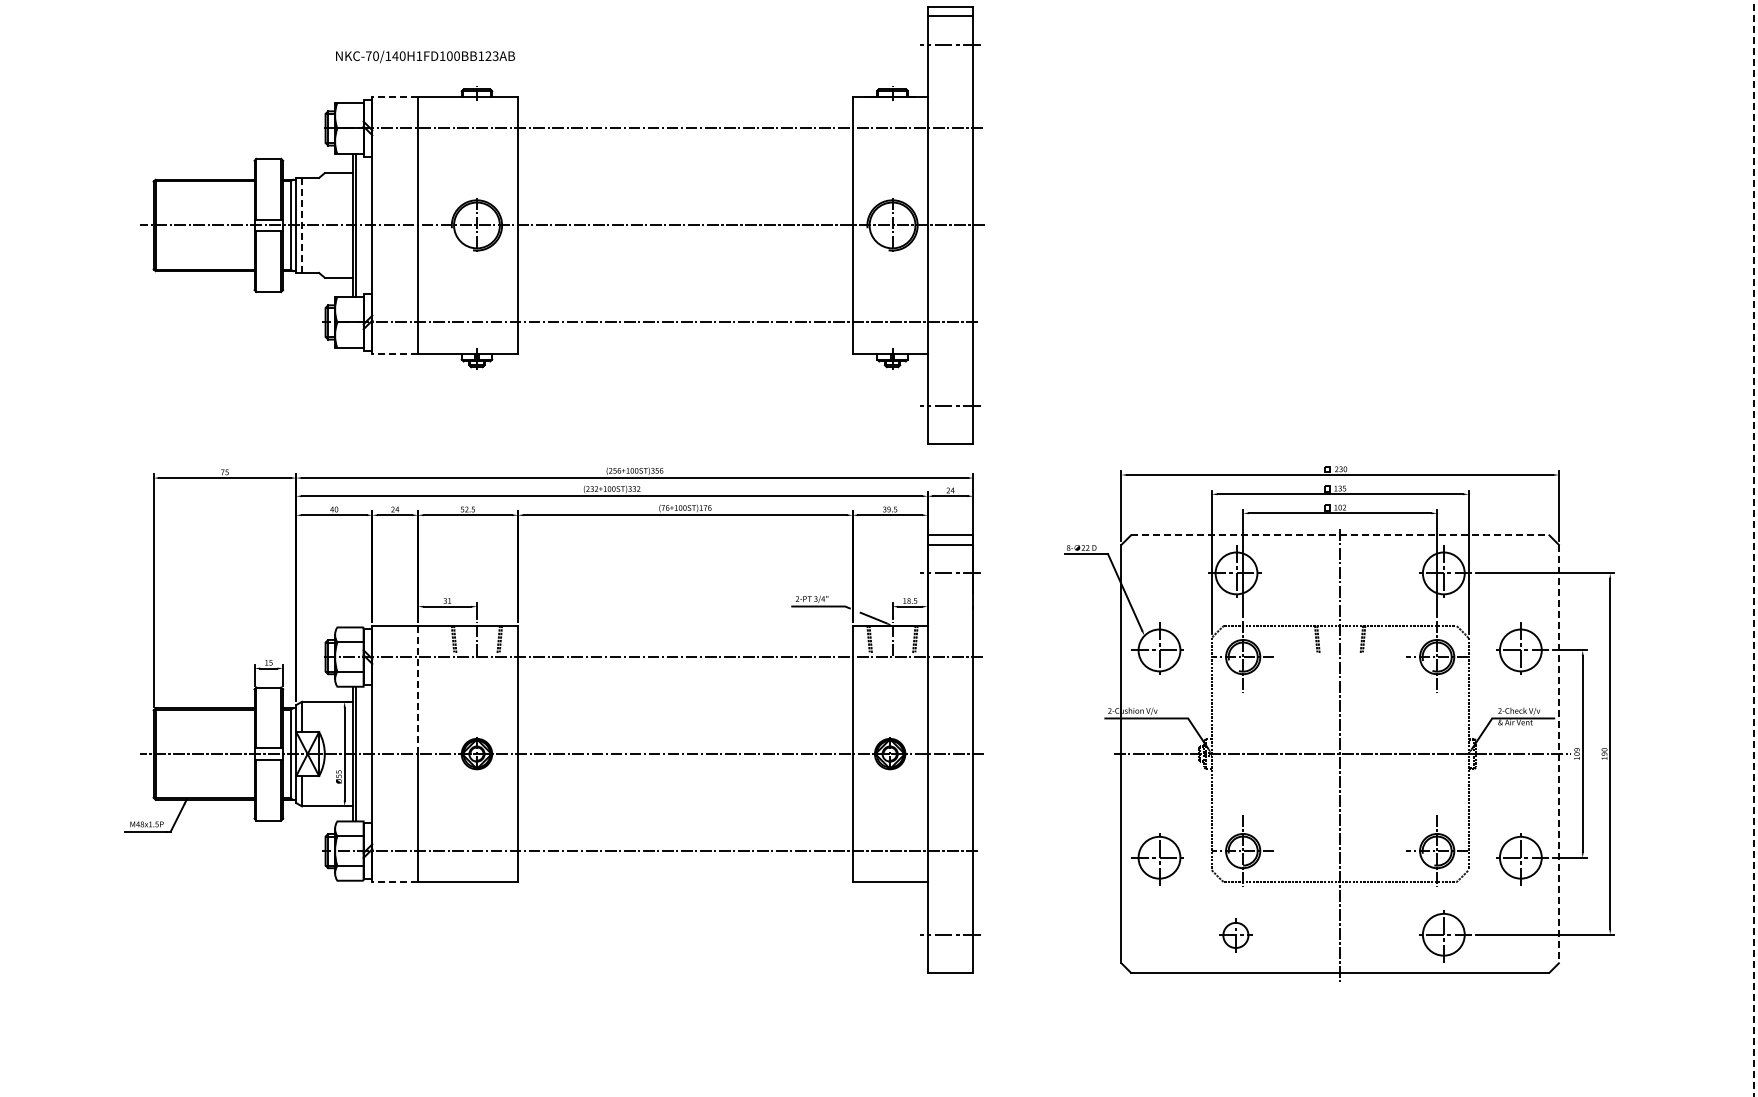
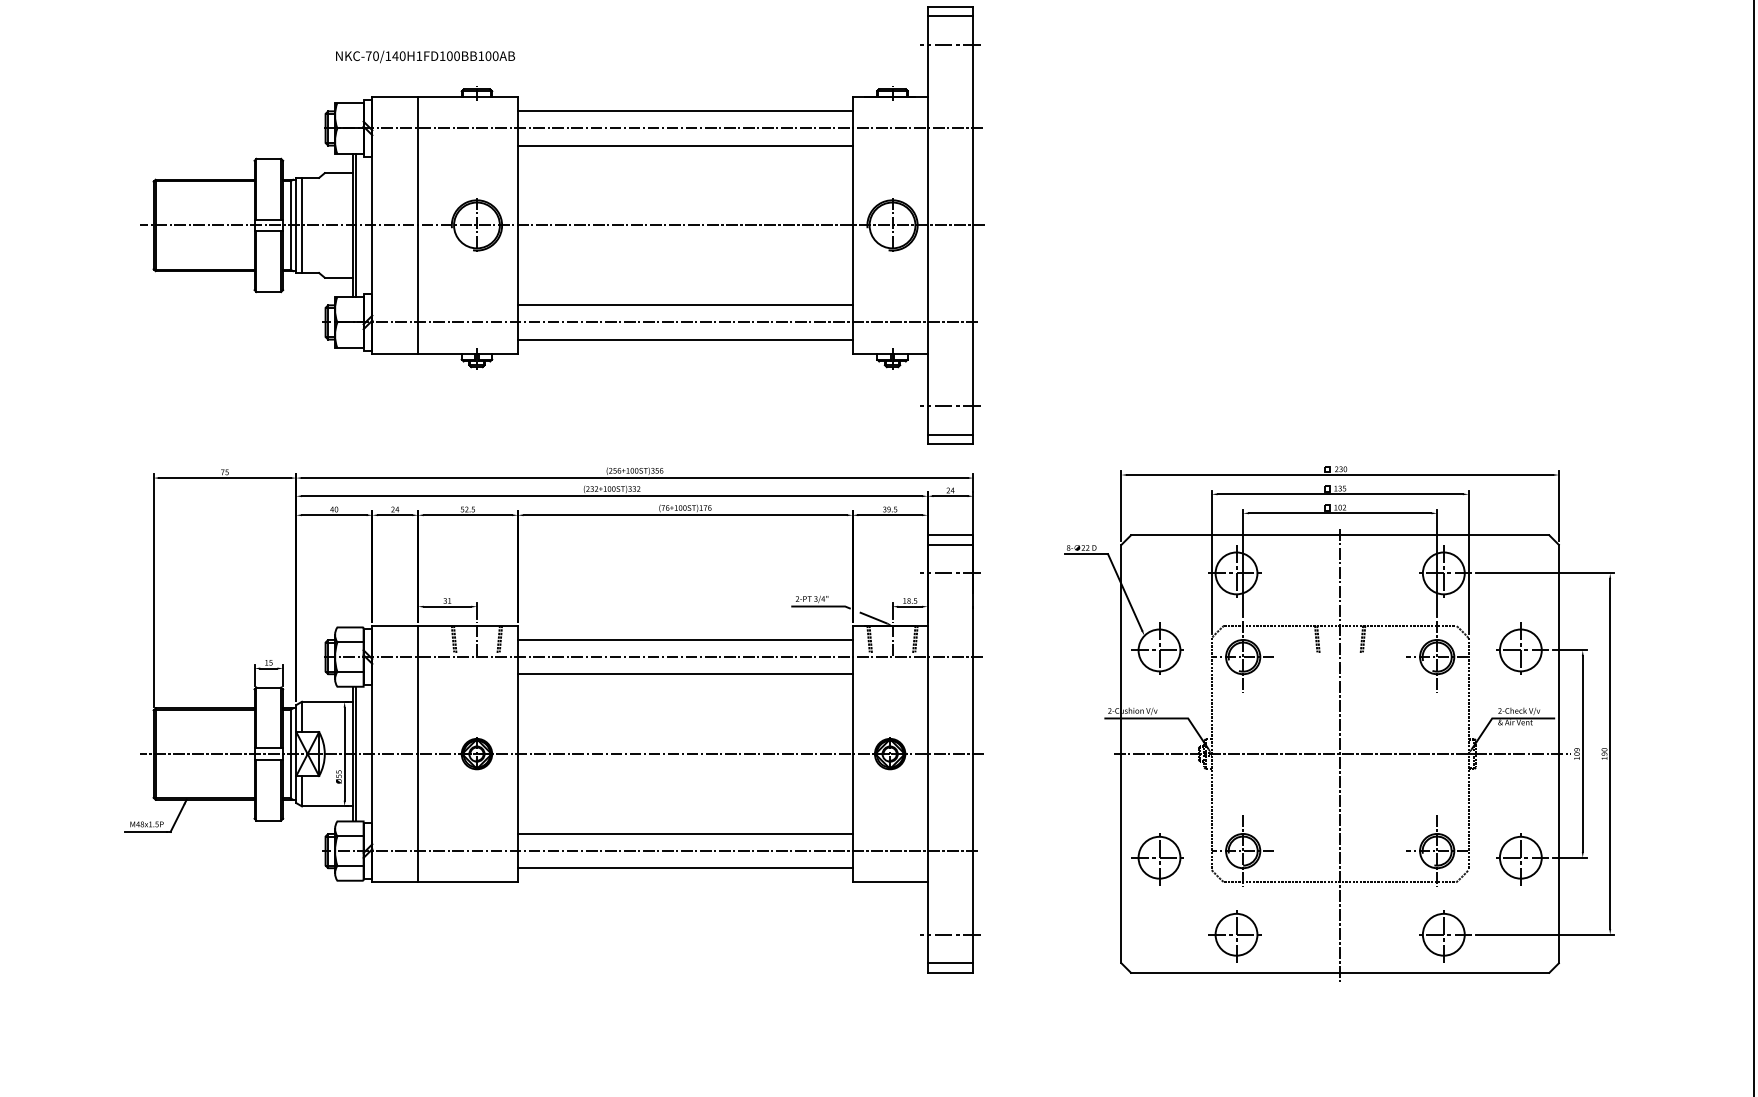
text at (491, 56): NKC-70/140H1FD100BB123AB -> NKC-70/140H1FD100BB100AB
line at (395, 97): dashed -> solid
line at (684, 111): none -> present
line at (684, 145): none -> present
line at (302, 225): dashed -> solid
line at (684, 305): none -> present
line at (684, 339): none -> present
line at (395, 353): dashed -> solid
line at (950, 434): none -> present
line at (1340, 535): dashed -> solid
line at (1754, 548): dashed -> solid
line at (684, 639): none -> present
line at (684, 674): none -> present
line at (418, 690): dashed -> solid
line at (1558, 754): dashed -> solid
line at (684, 833): none -> present
line at (684, 868): none -> present
line at (395, 882): dashed -> solid
part at (1235, 935) size: 34x35 px -> 54x53 px
line at (950, 963): none -> present
